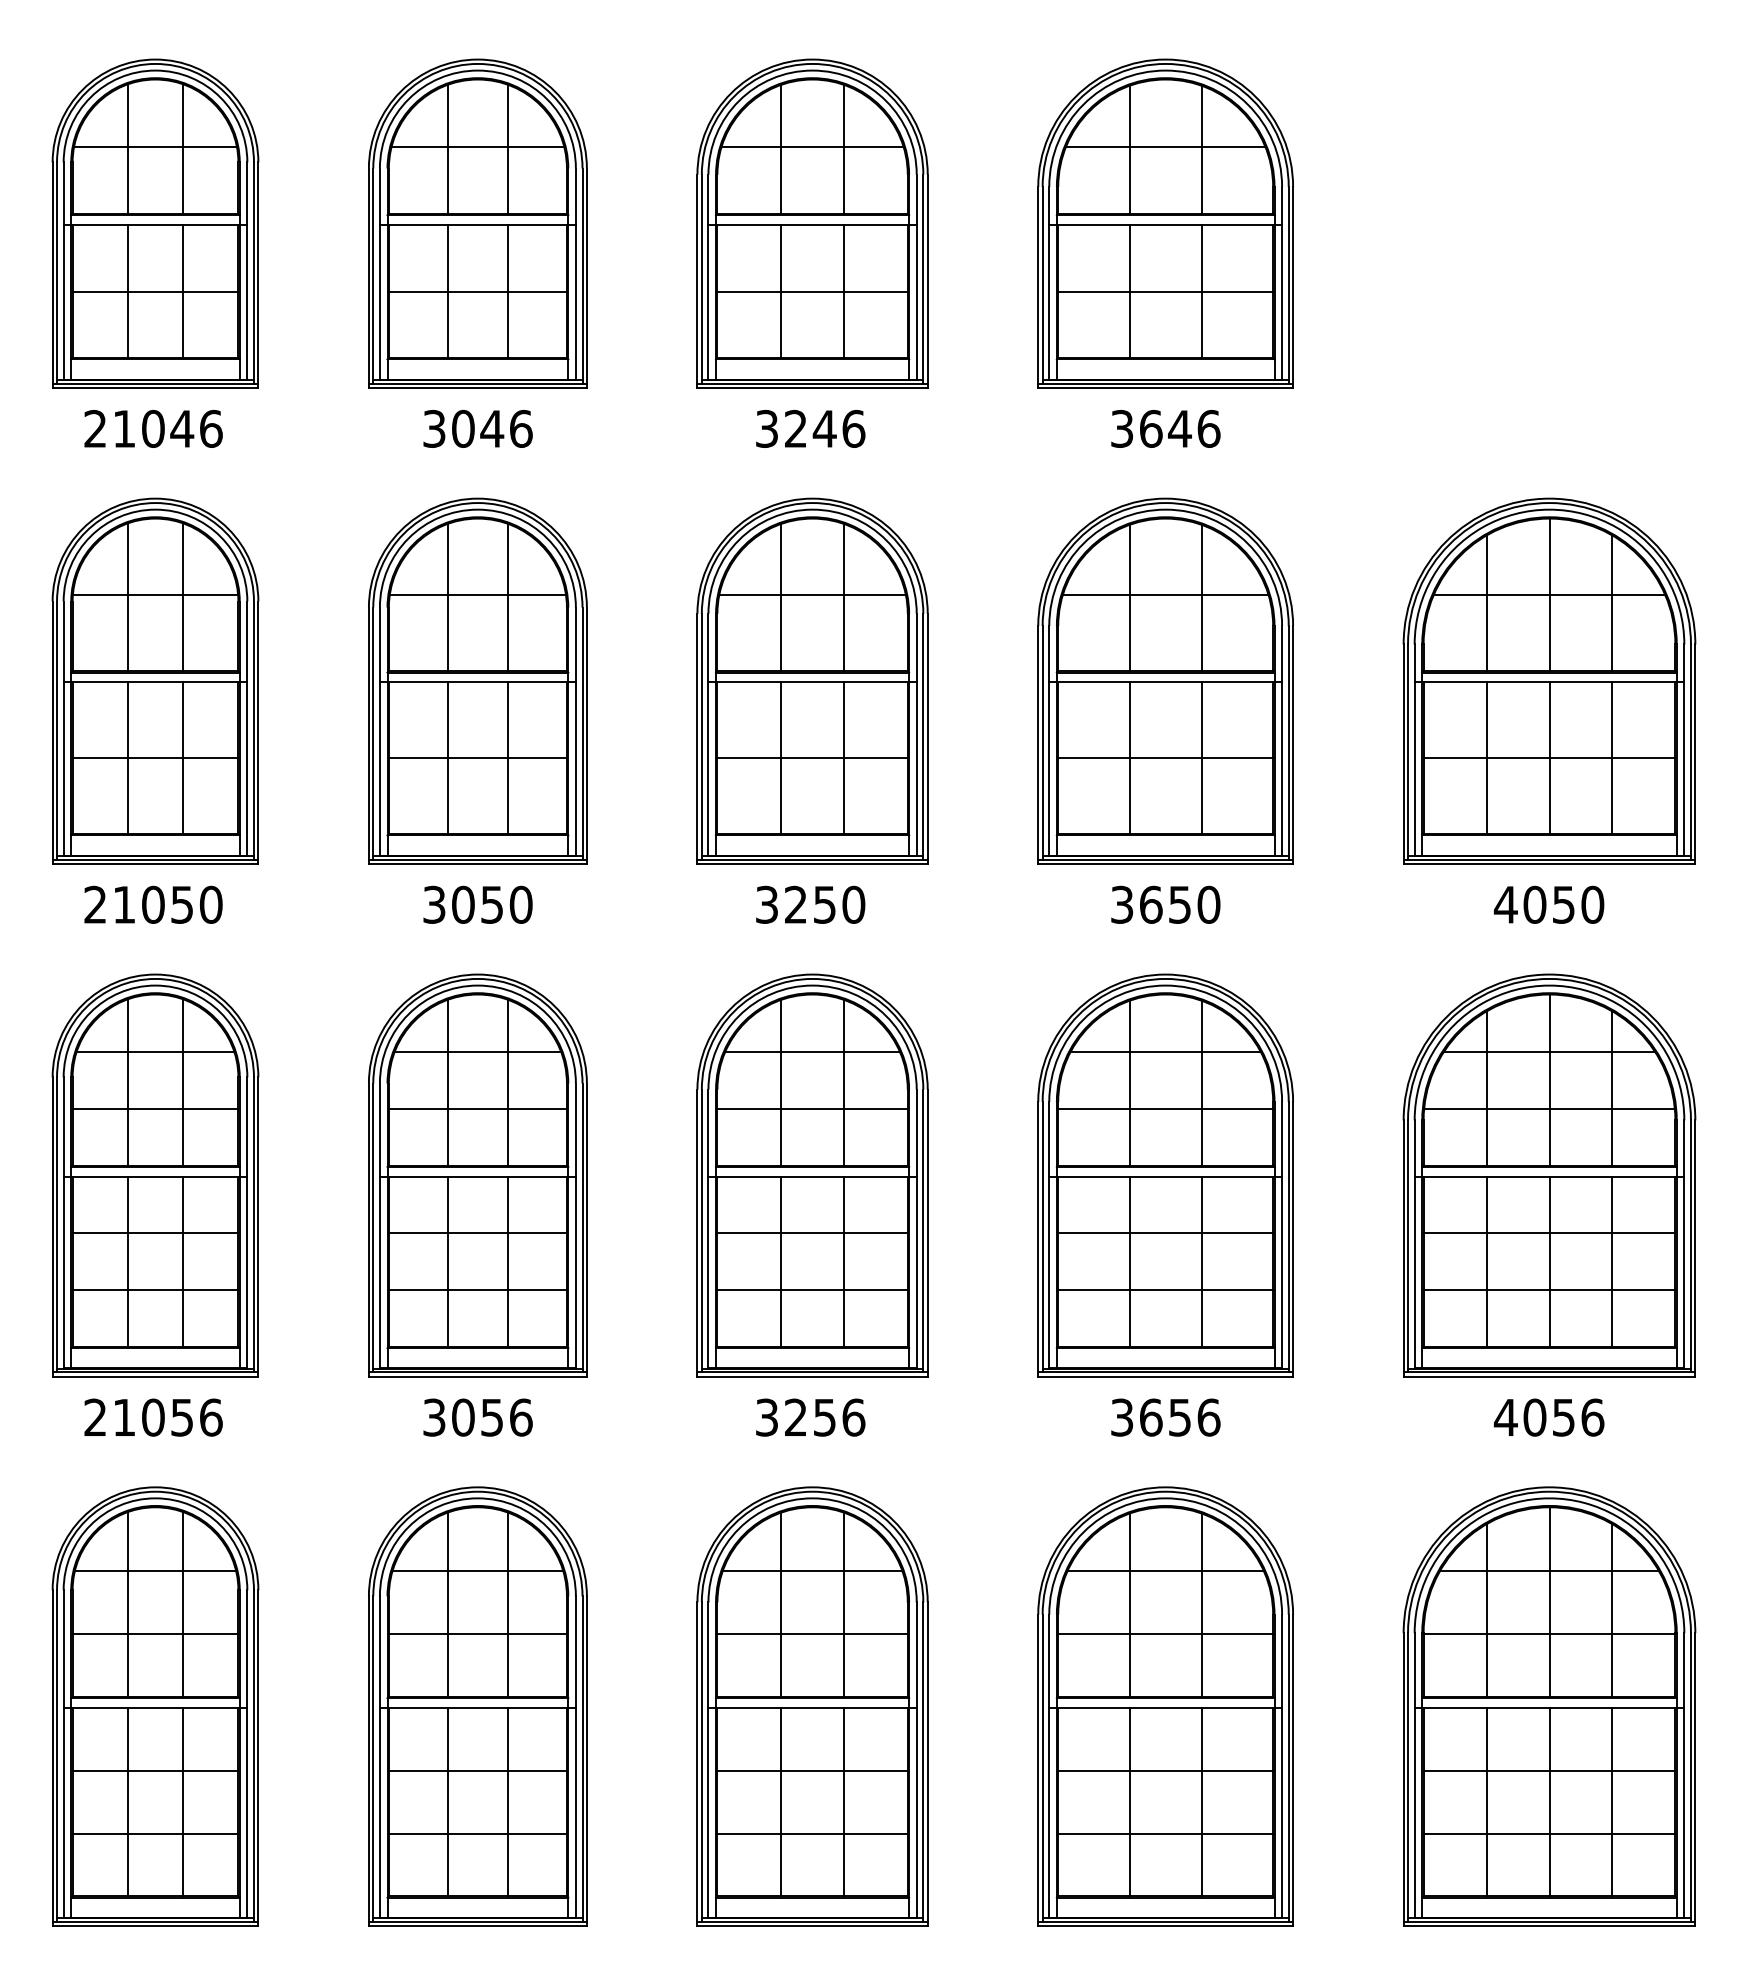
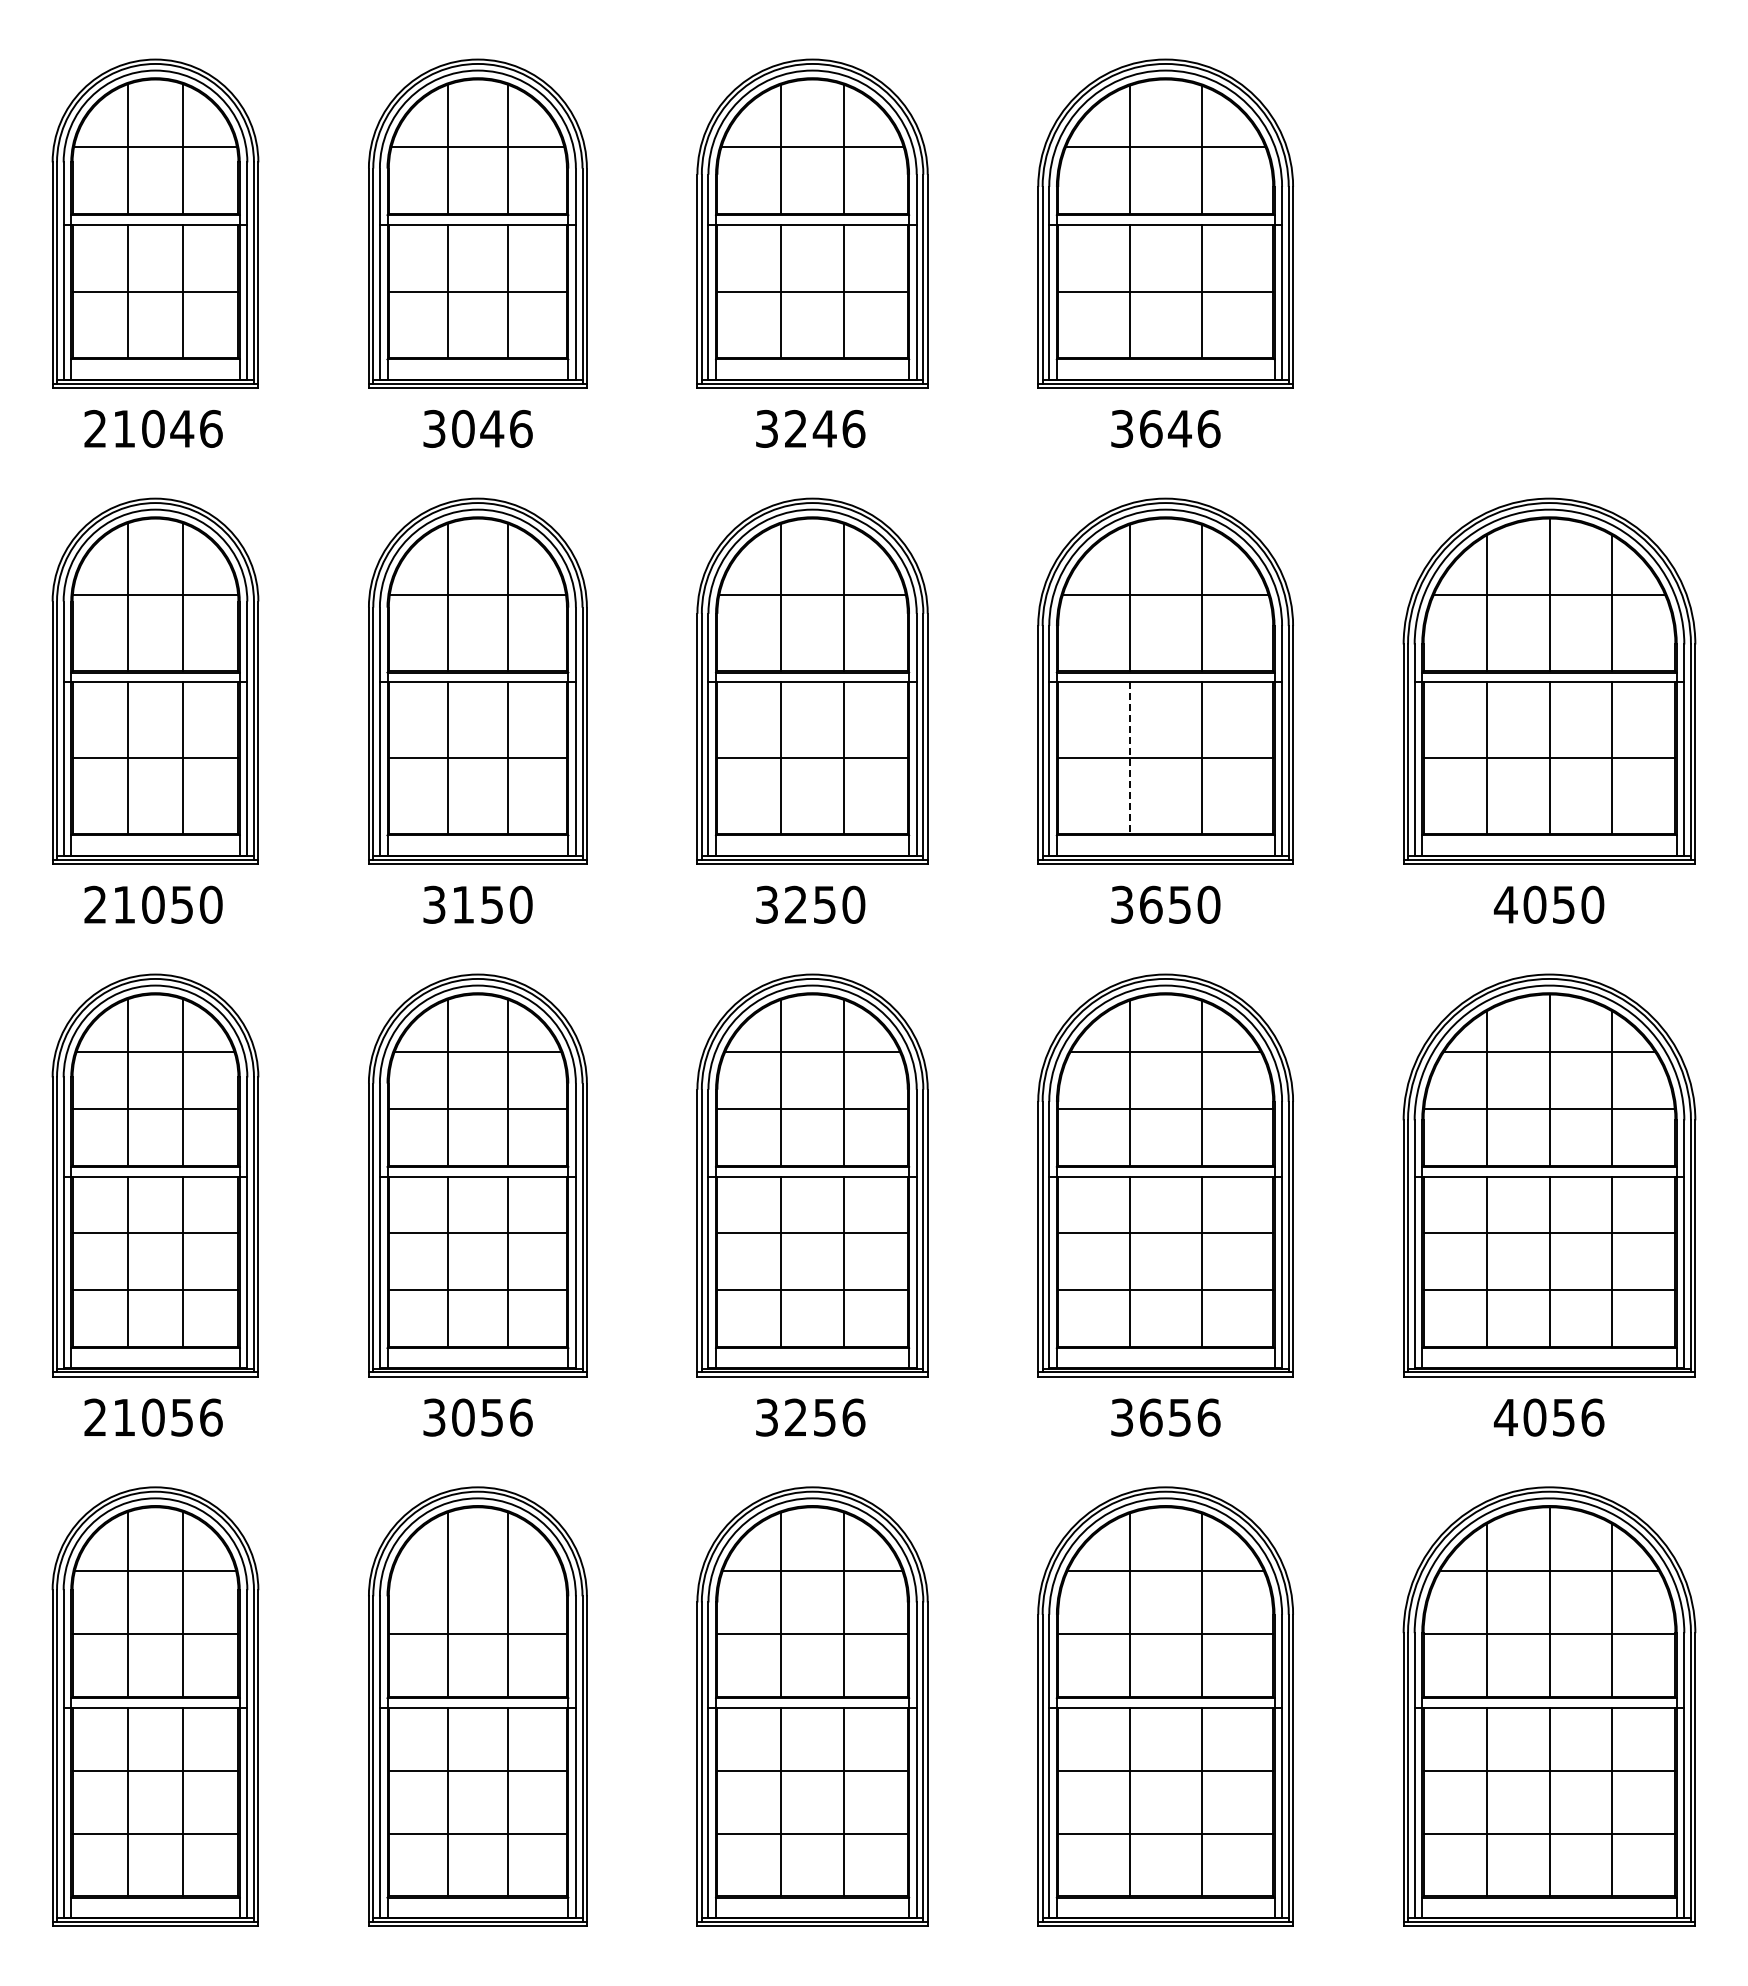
line at (1129, 758): solid -> dashed
text at (463, 904): 3050 -> 3150
line at (477, 1571): present -> none
